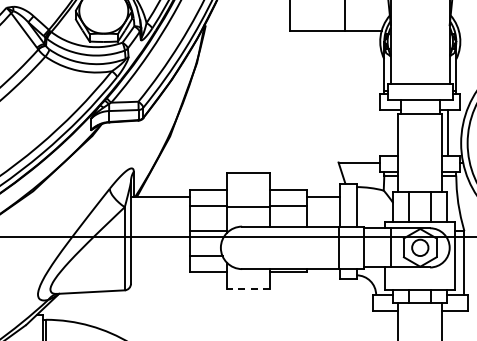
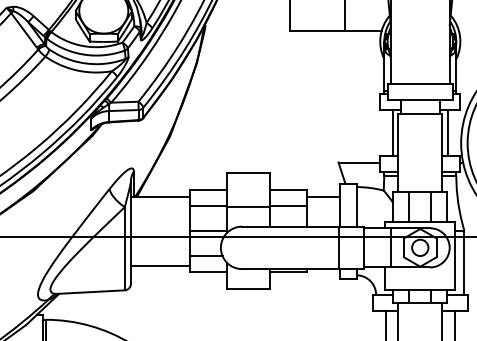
line at (392, 132): none -> present
line at (159, 265): none -> present
line at (248, 289): dashed -> solid
line at (385, 324): none -> present
line at (454, 324): none -> present
